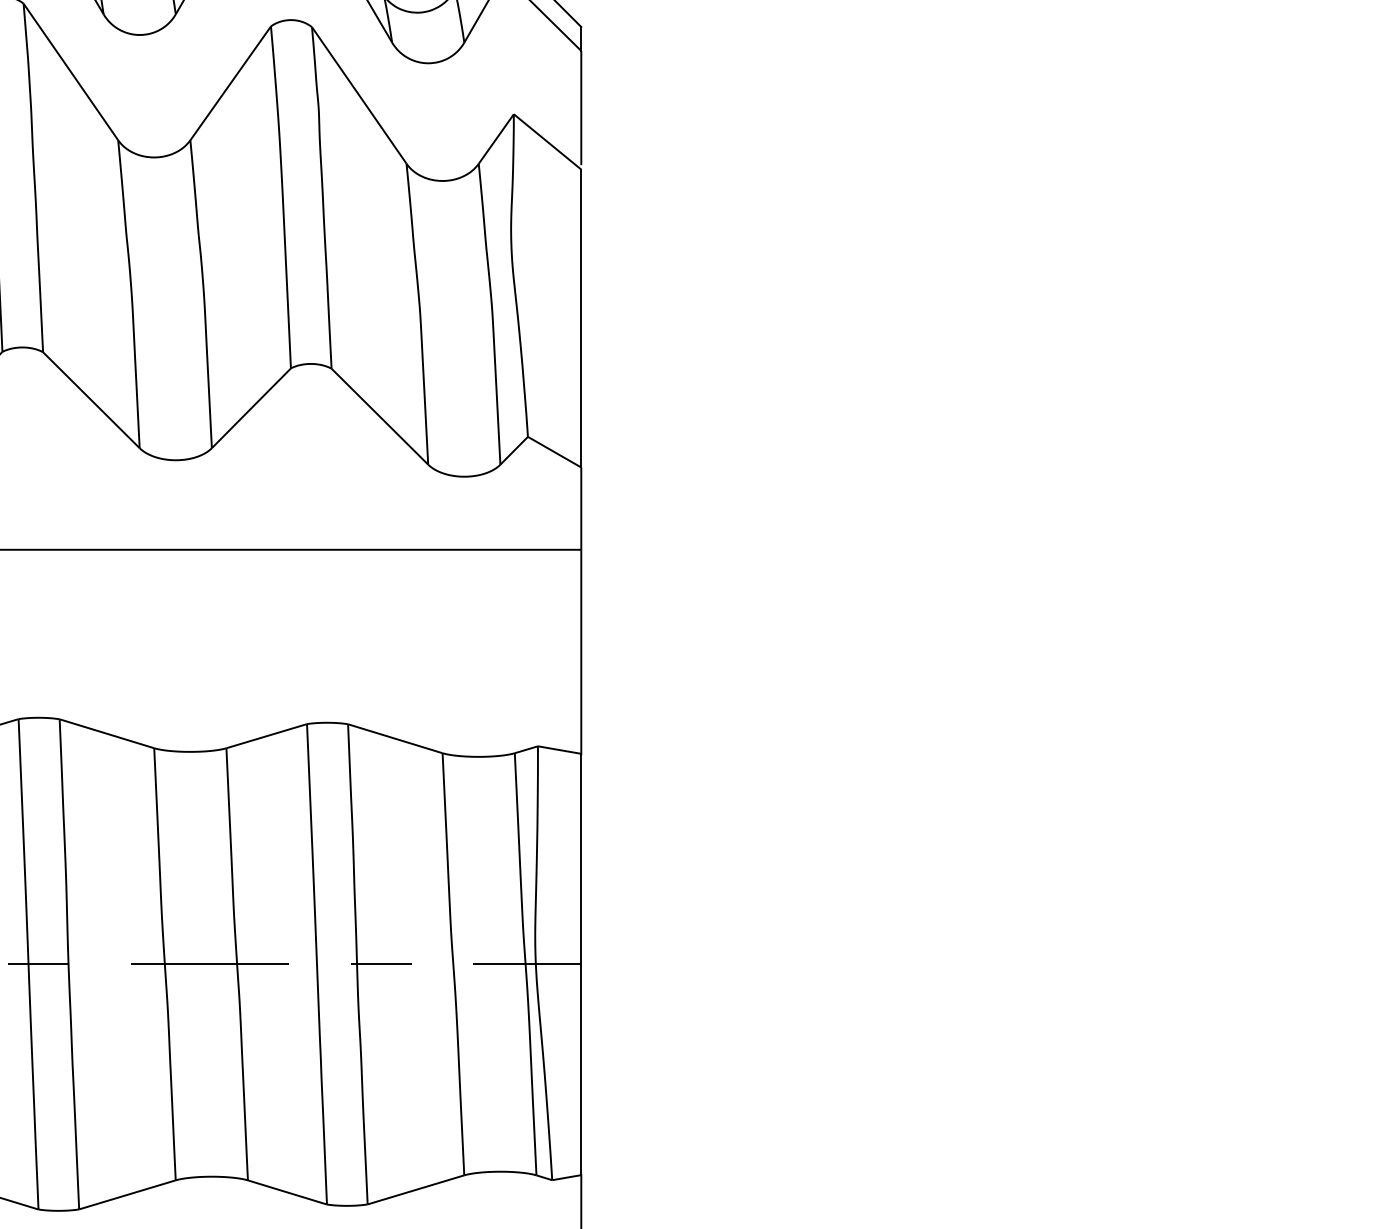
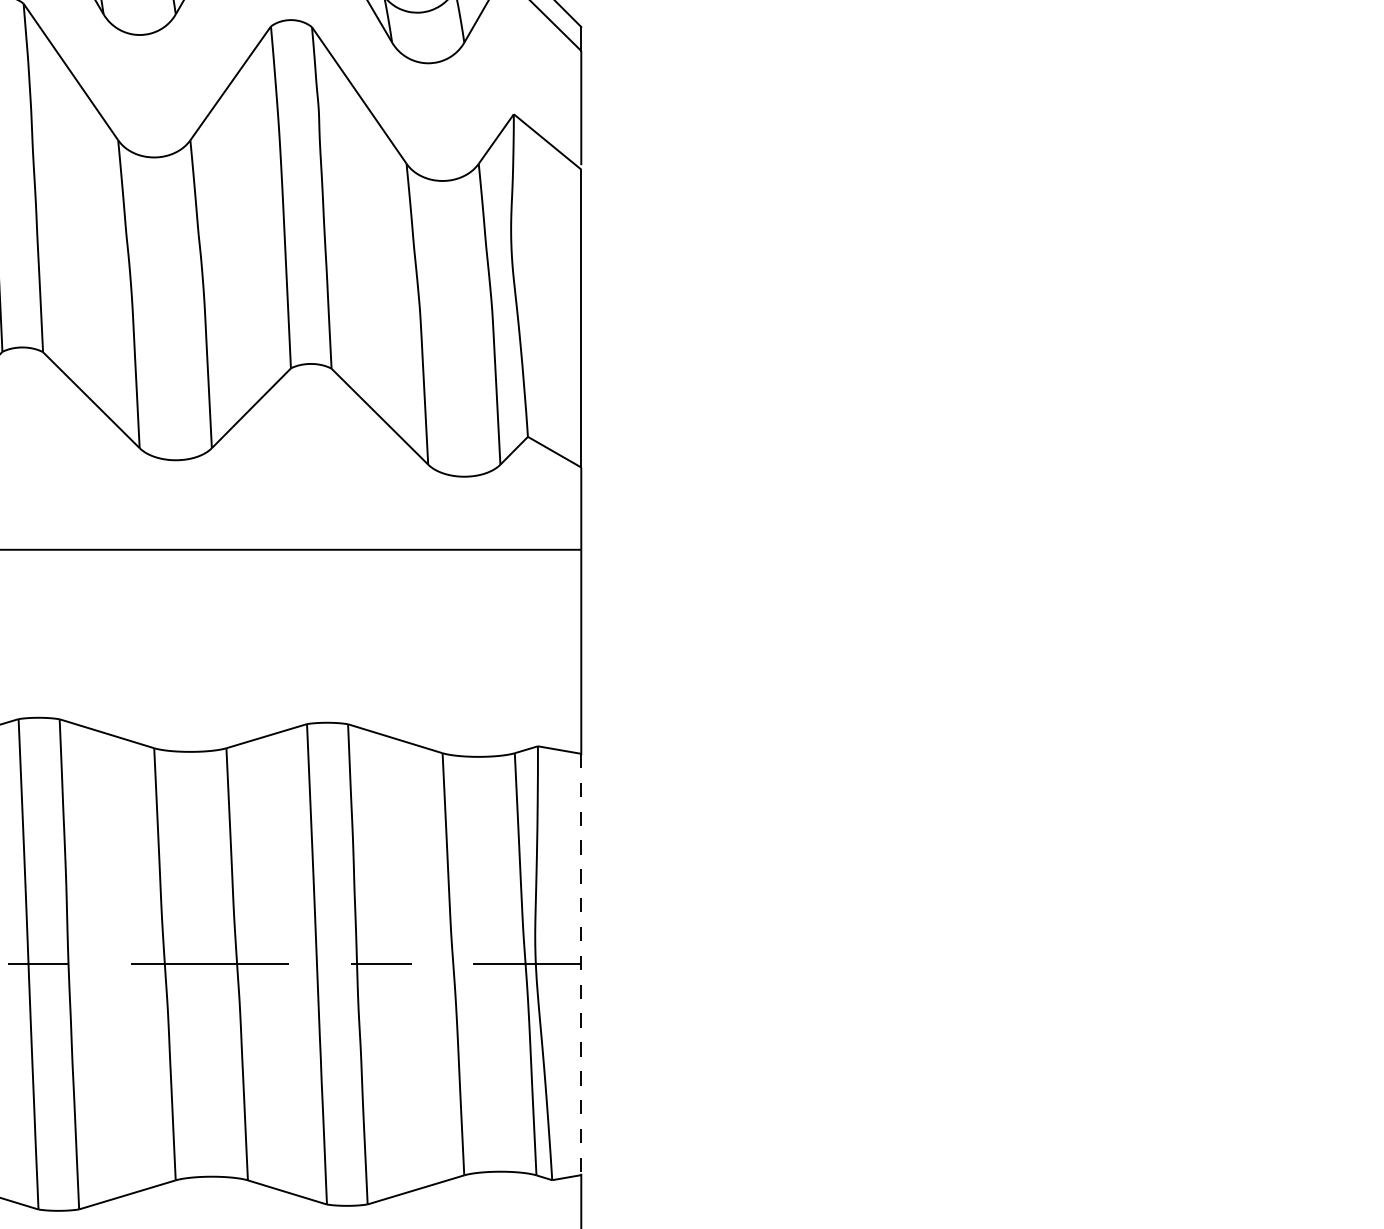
line at (581, 964): solid -> dashed
